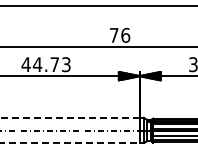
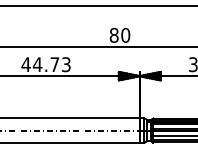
text at (119, 34): 76 -> 80
line at (70, 117): dashed -> solid
line at (70, 143): dashed -> solid
